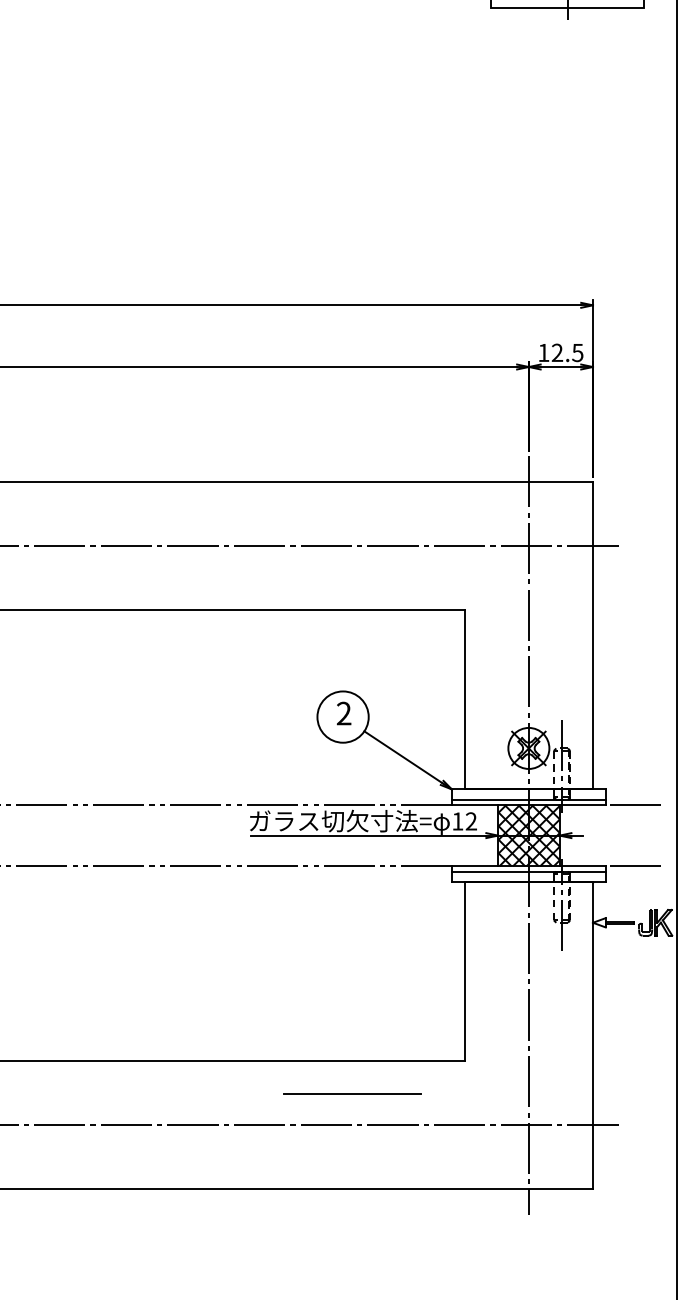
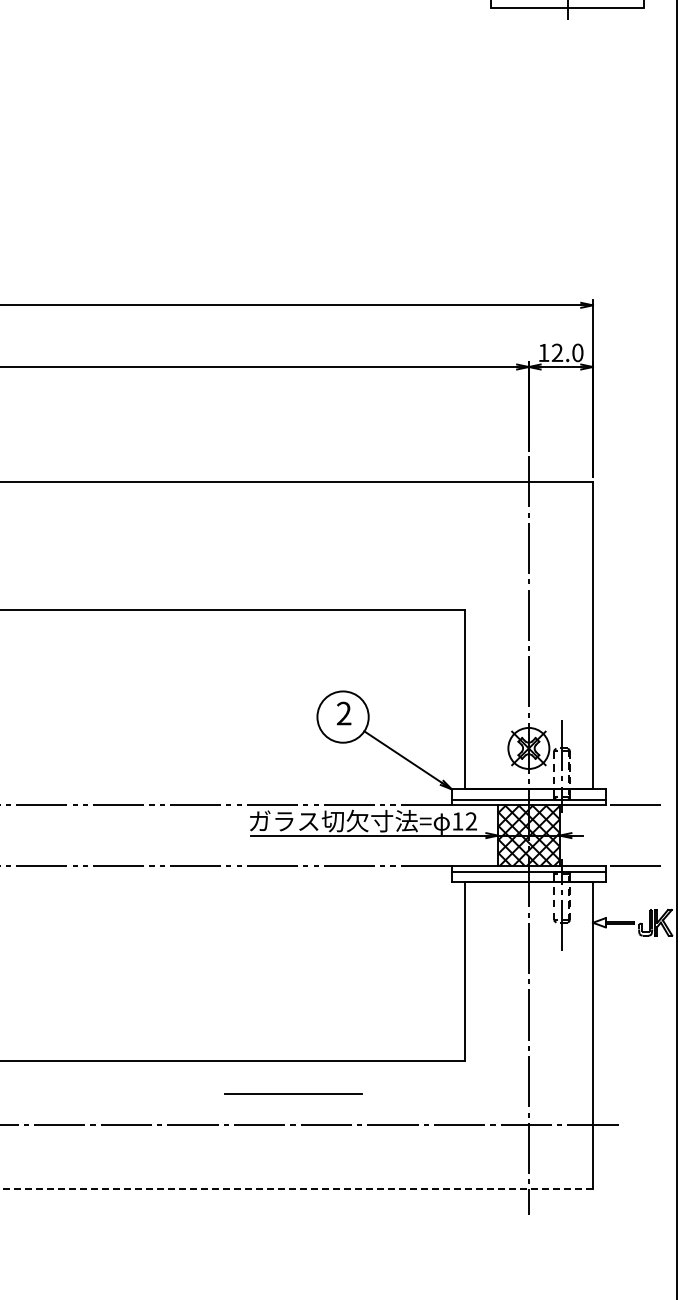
text at (577, 352): 12.5 -> 12.0
line at (310, 545): present -> none
line at (352, 1093) position: (352, 1093) -> (293, 1093)
line at (296, 1189): solid -> dashed
